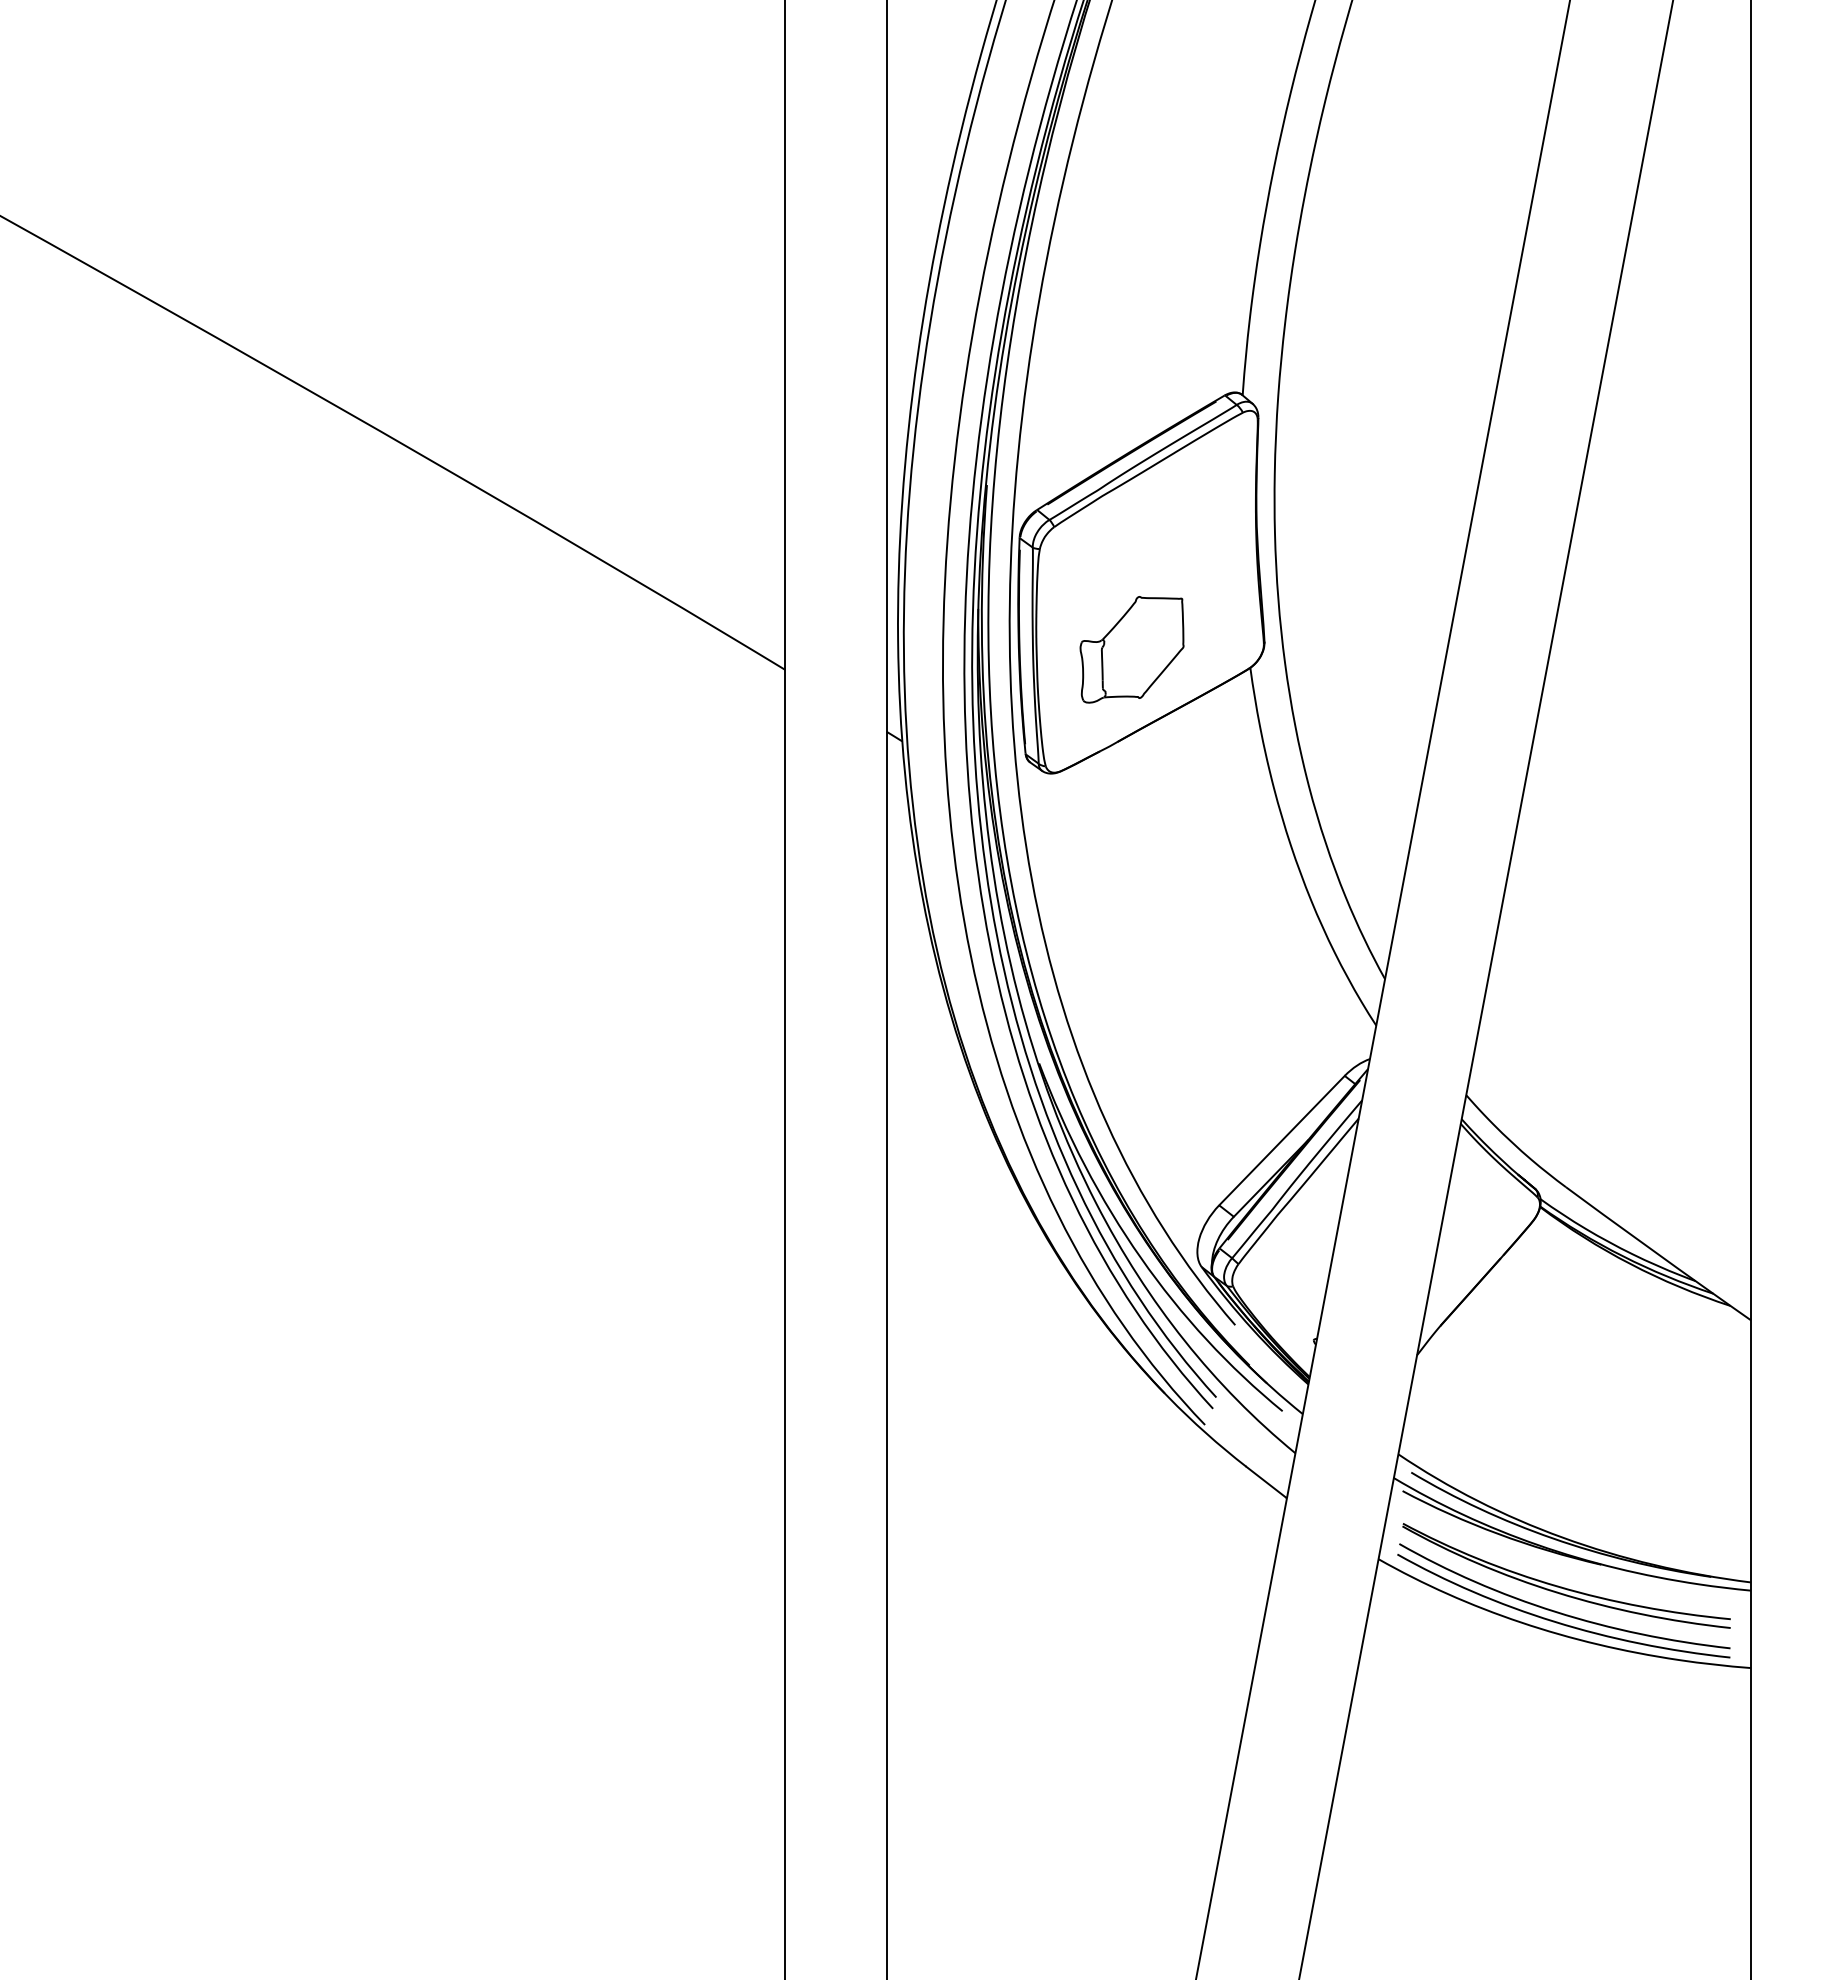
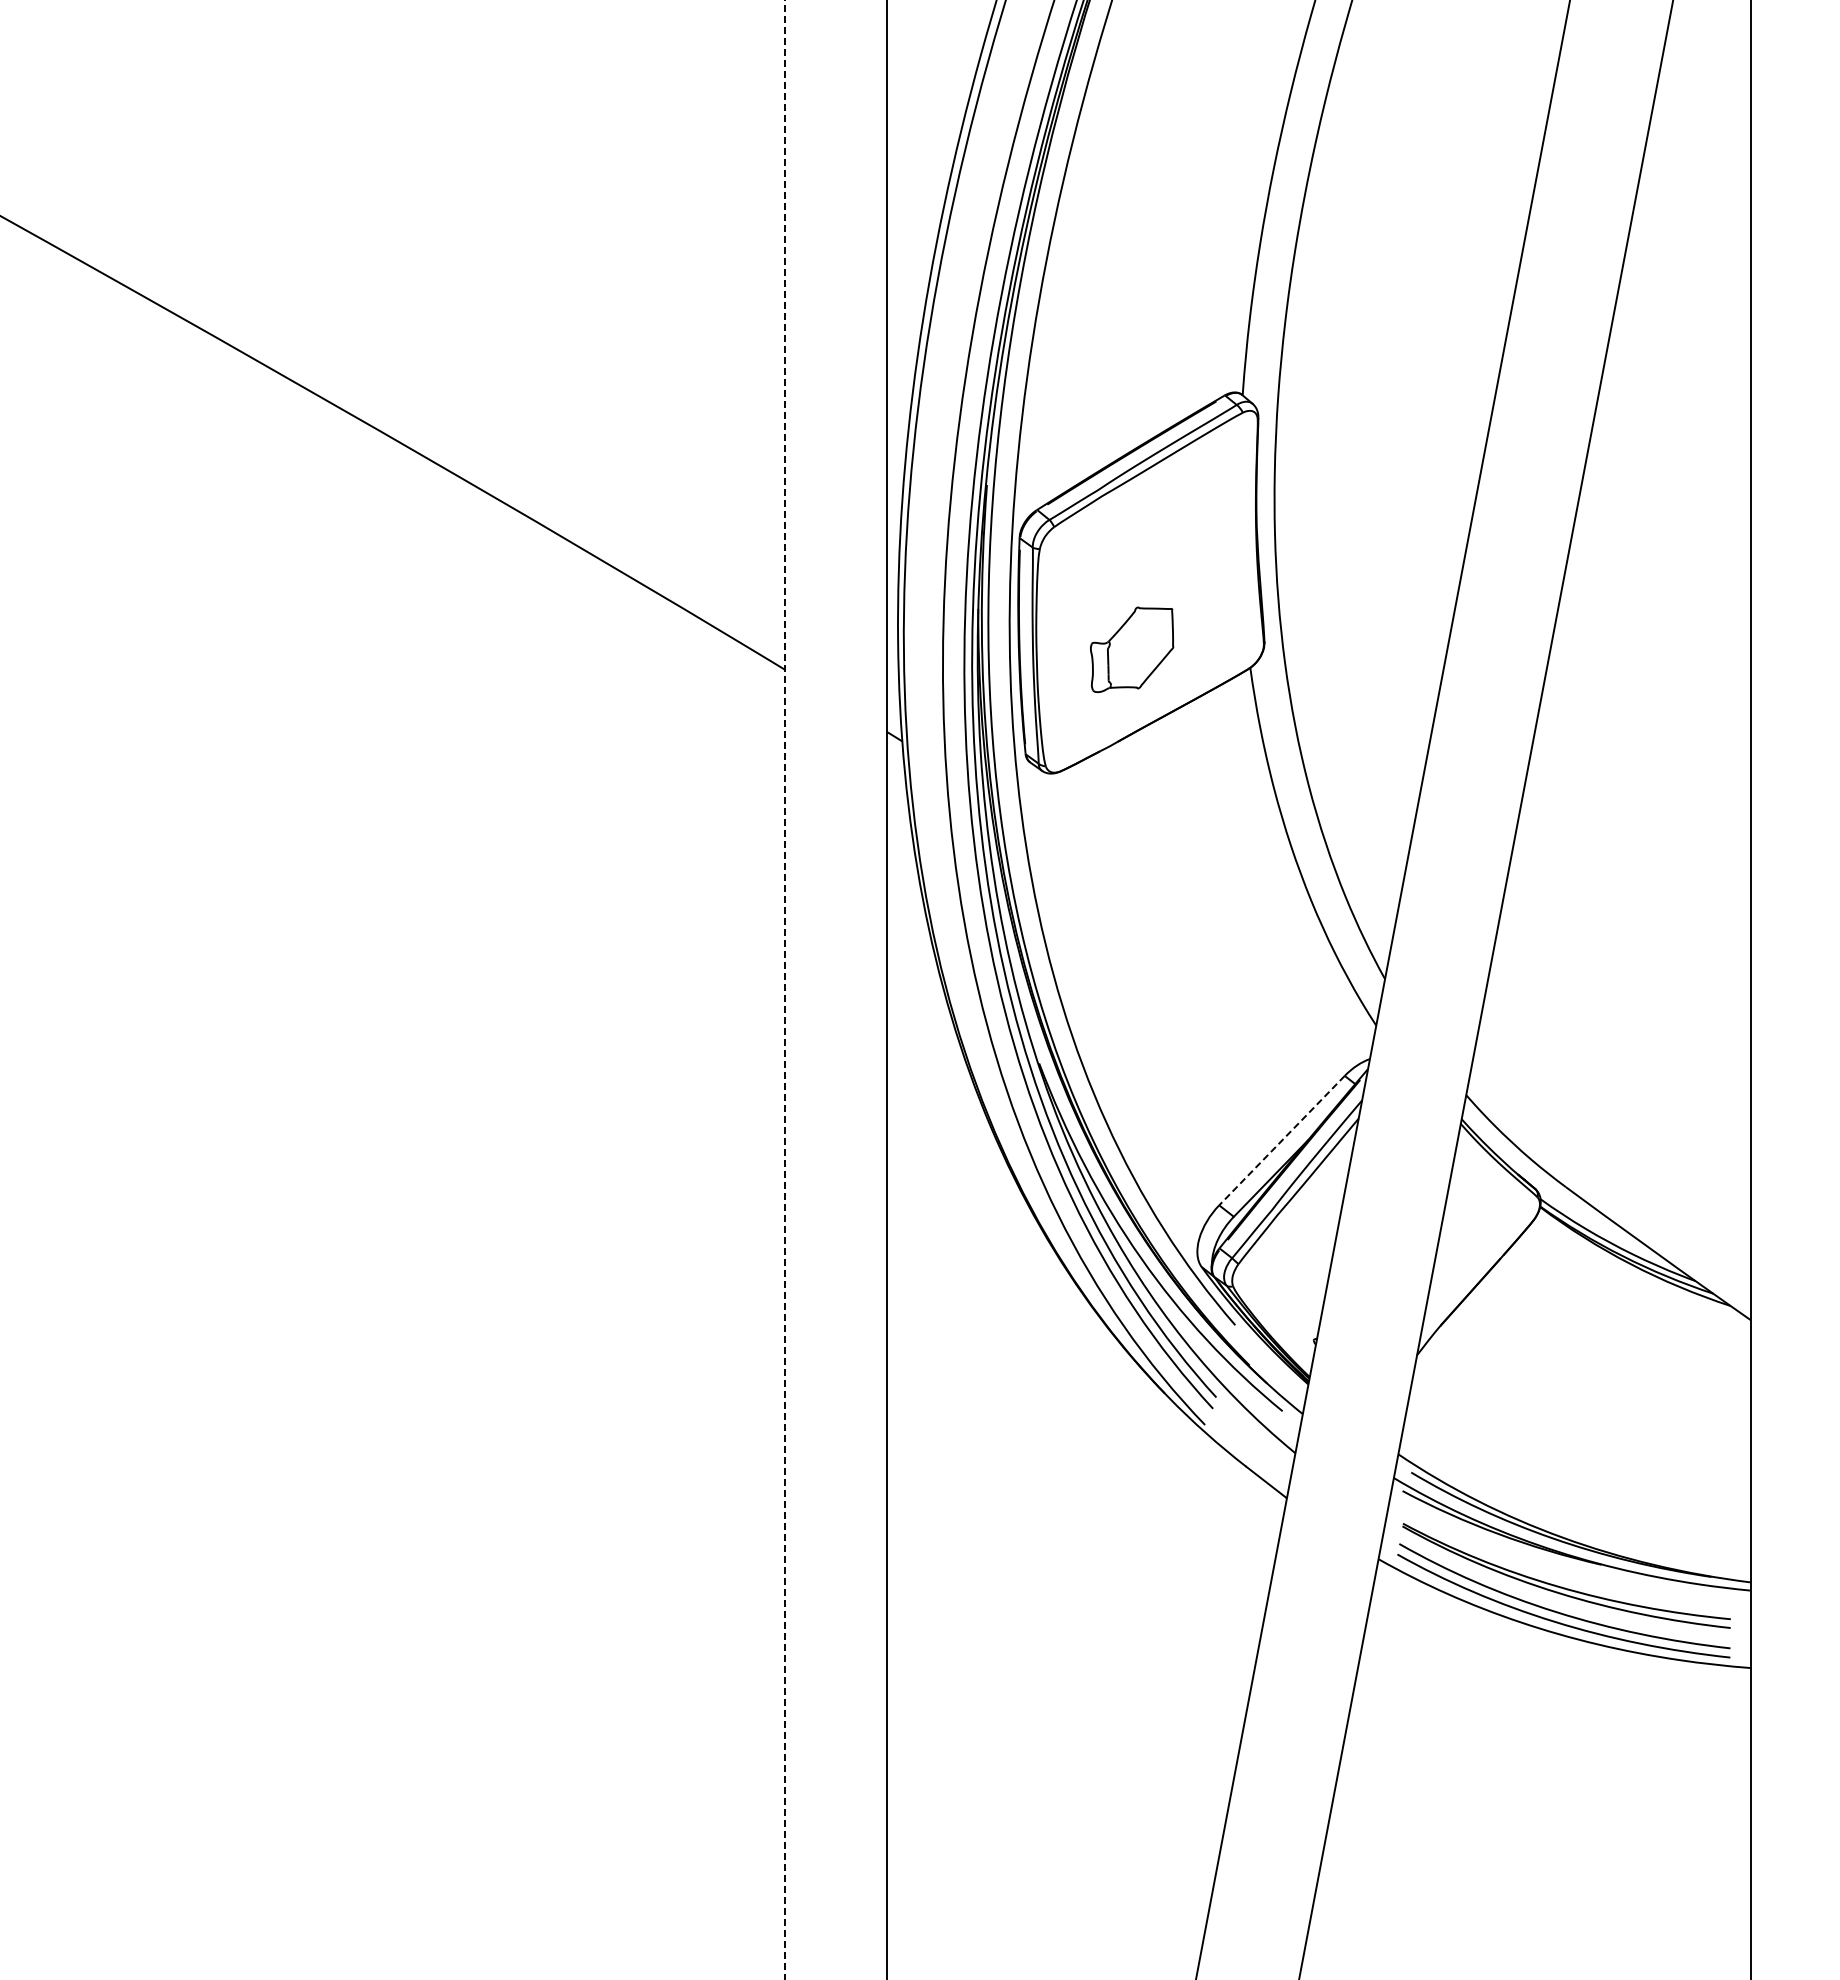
part at (1131, 649) size: 106x108 px -> 85x88 px
line at (785, 990): solid -> dashed
line at (1281, 1141): solid -> dashed
